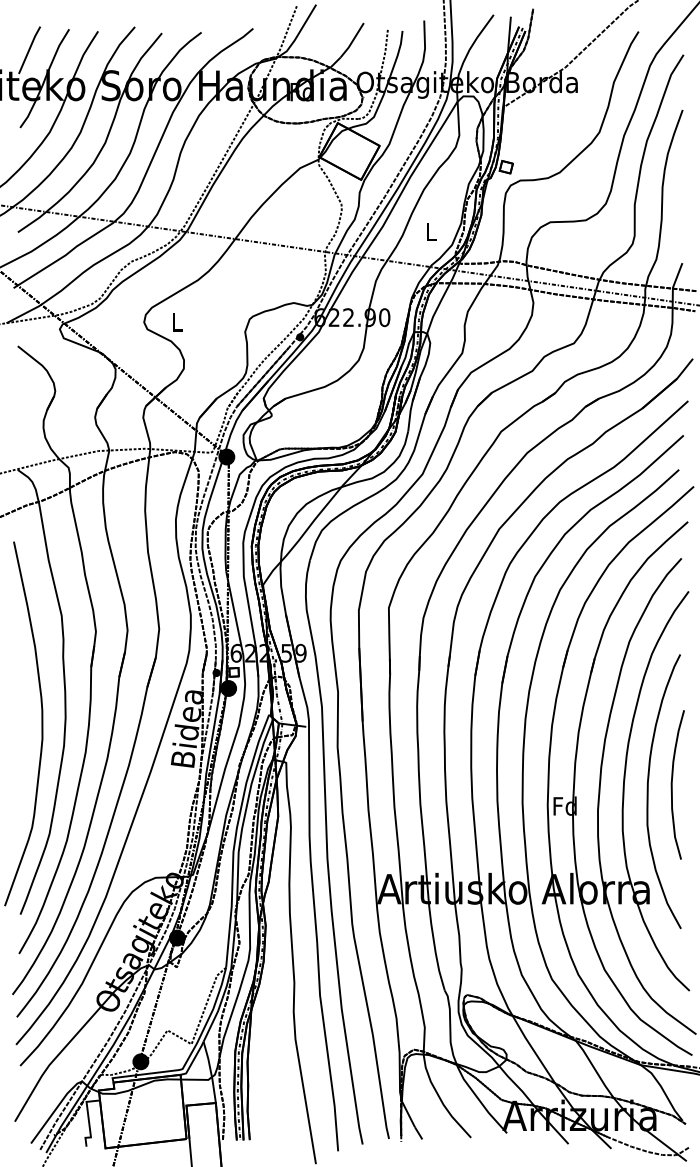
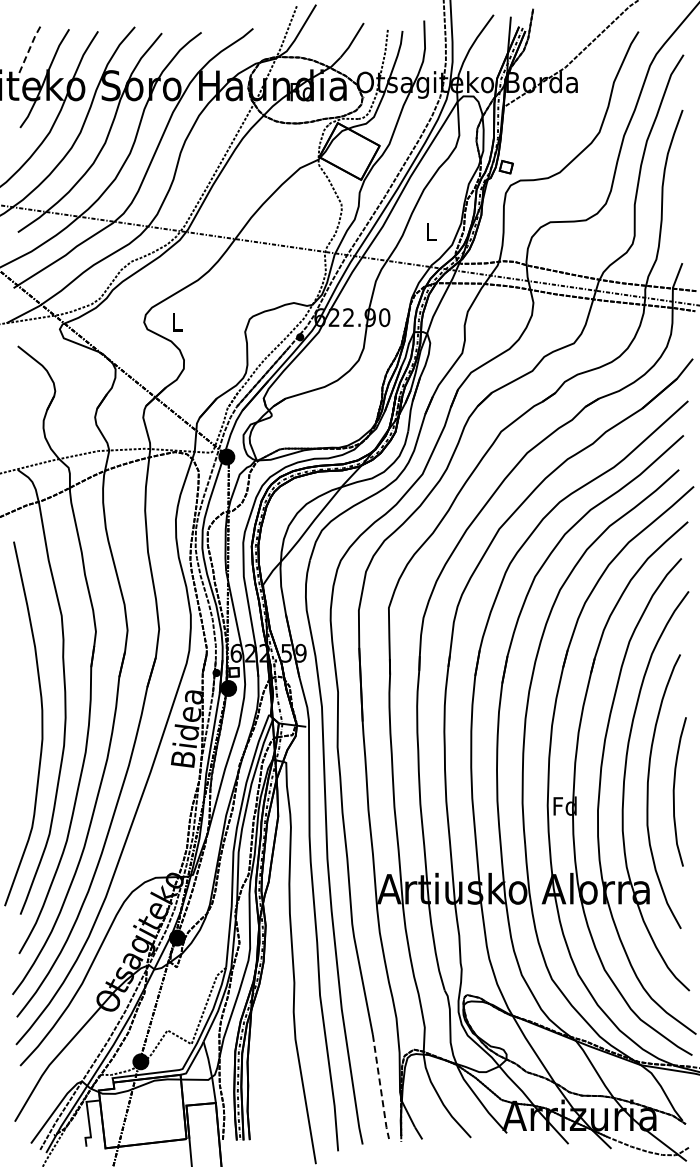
line at (29, 49): solid -> dashed
curve at (672, 784) position: (672, 784) -> (674, 791)
line at (380, 1088): solid -> dashed
